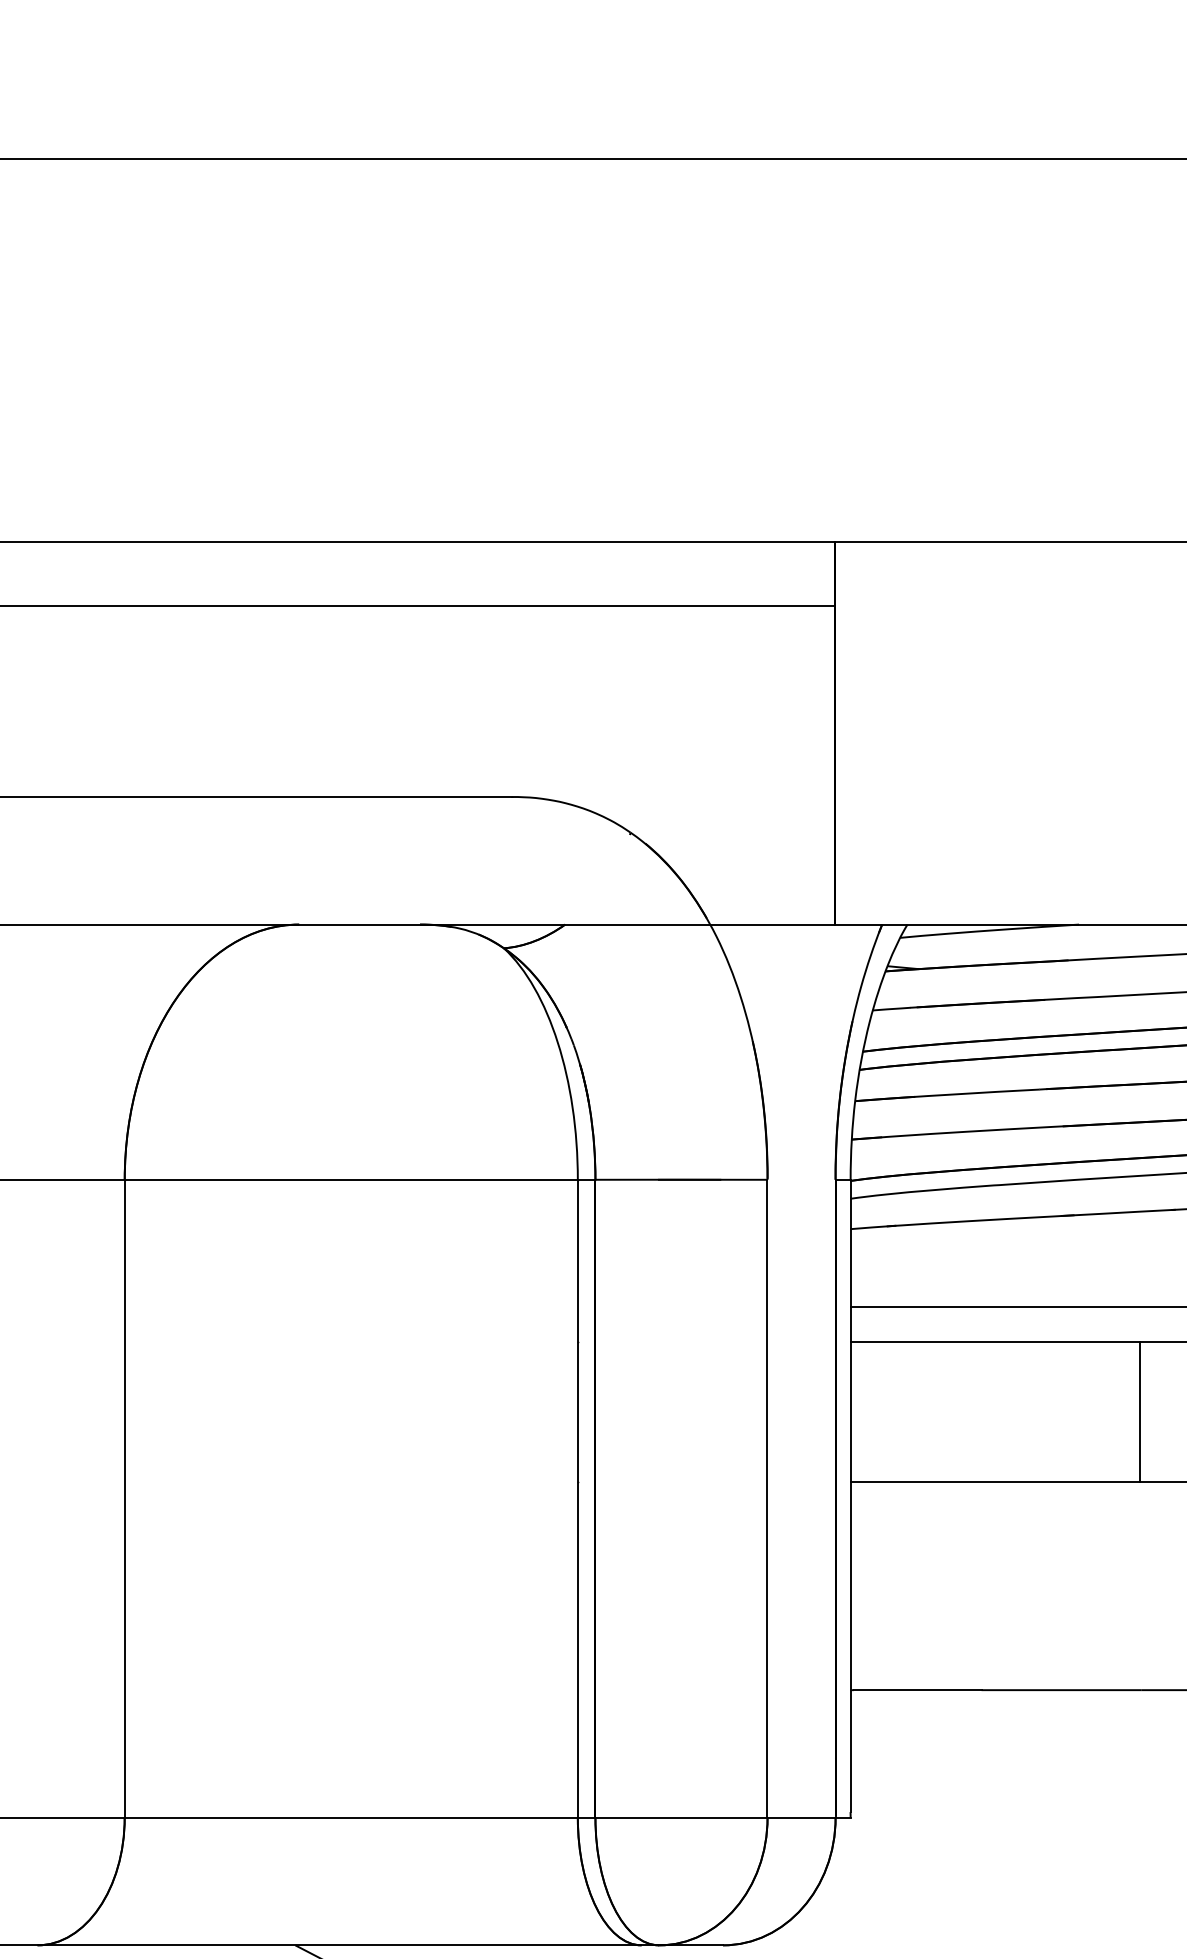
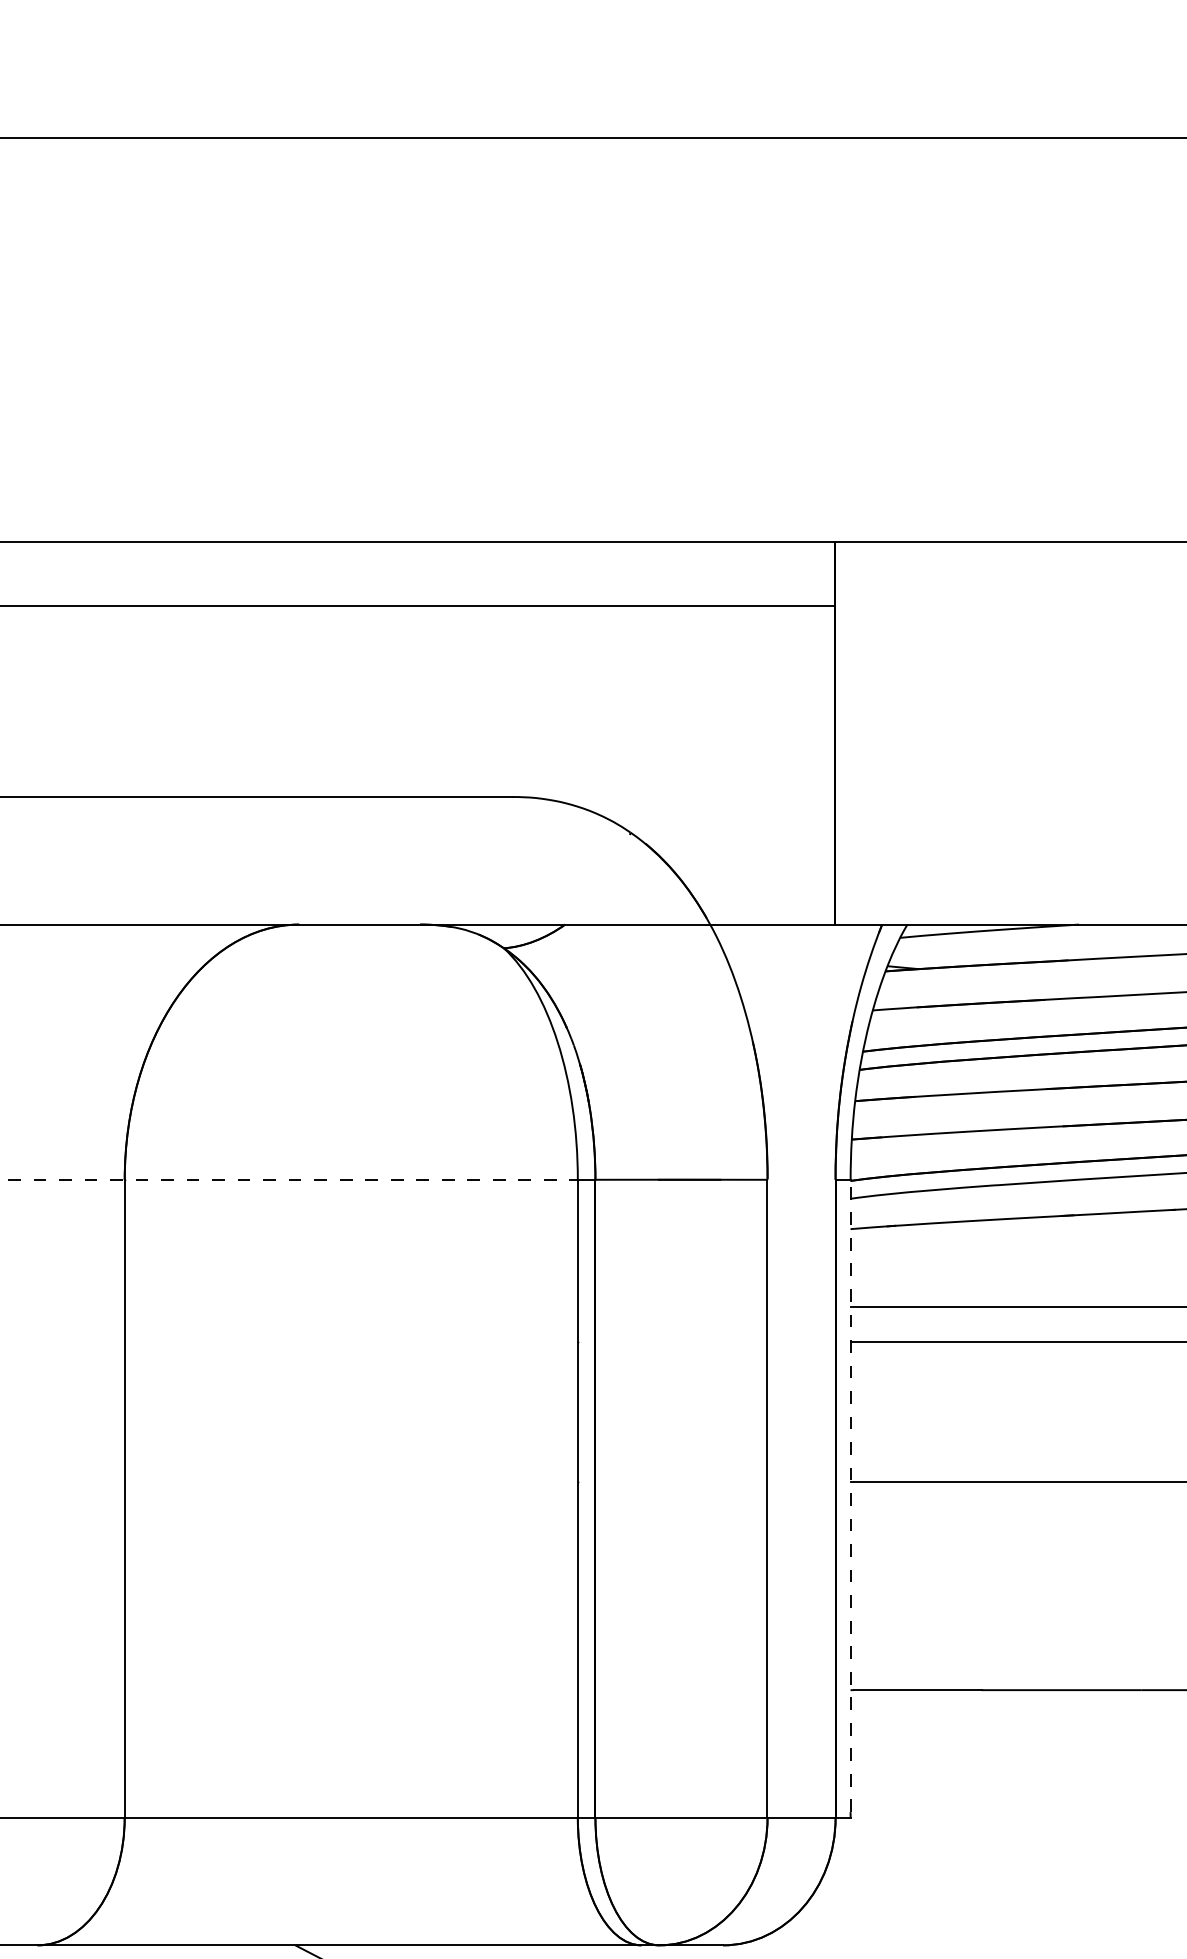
line at (592, 159) position: (592, 159) -> (592, 138)
line at (289, 1179): solid -> dashed
line at (1139, 1411): present -> none
line at (850, 1495): solid -> dashed
